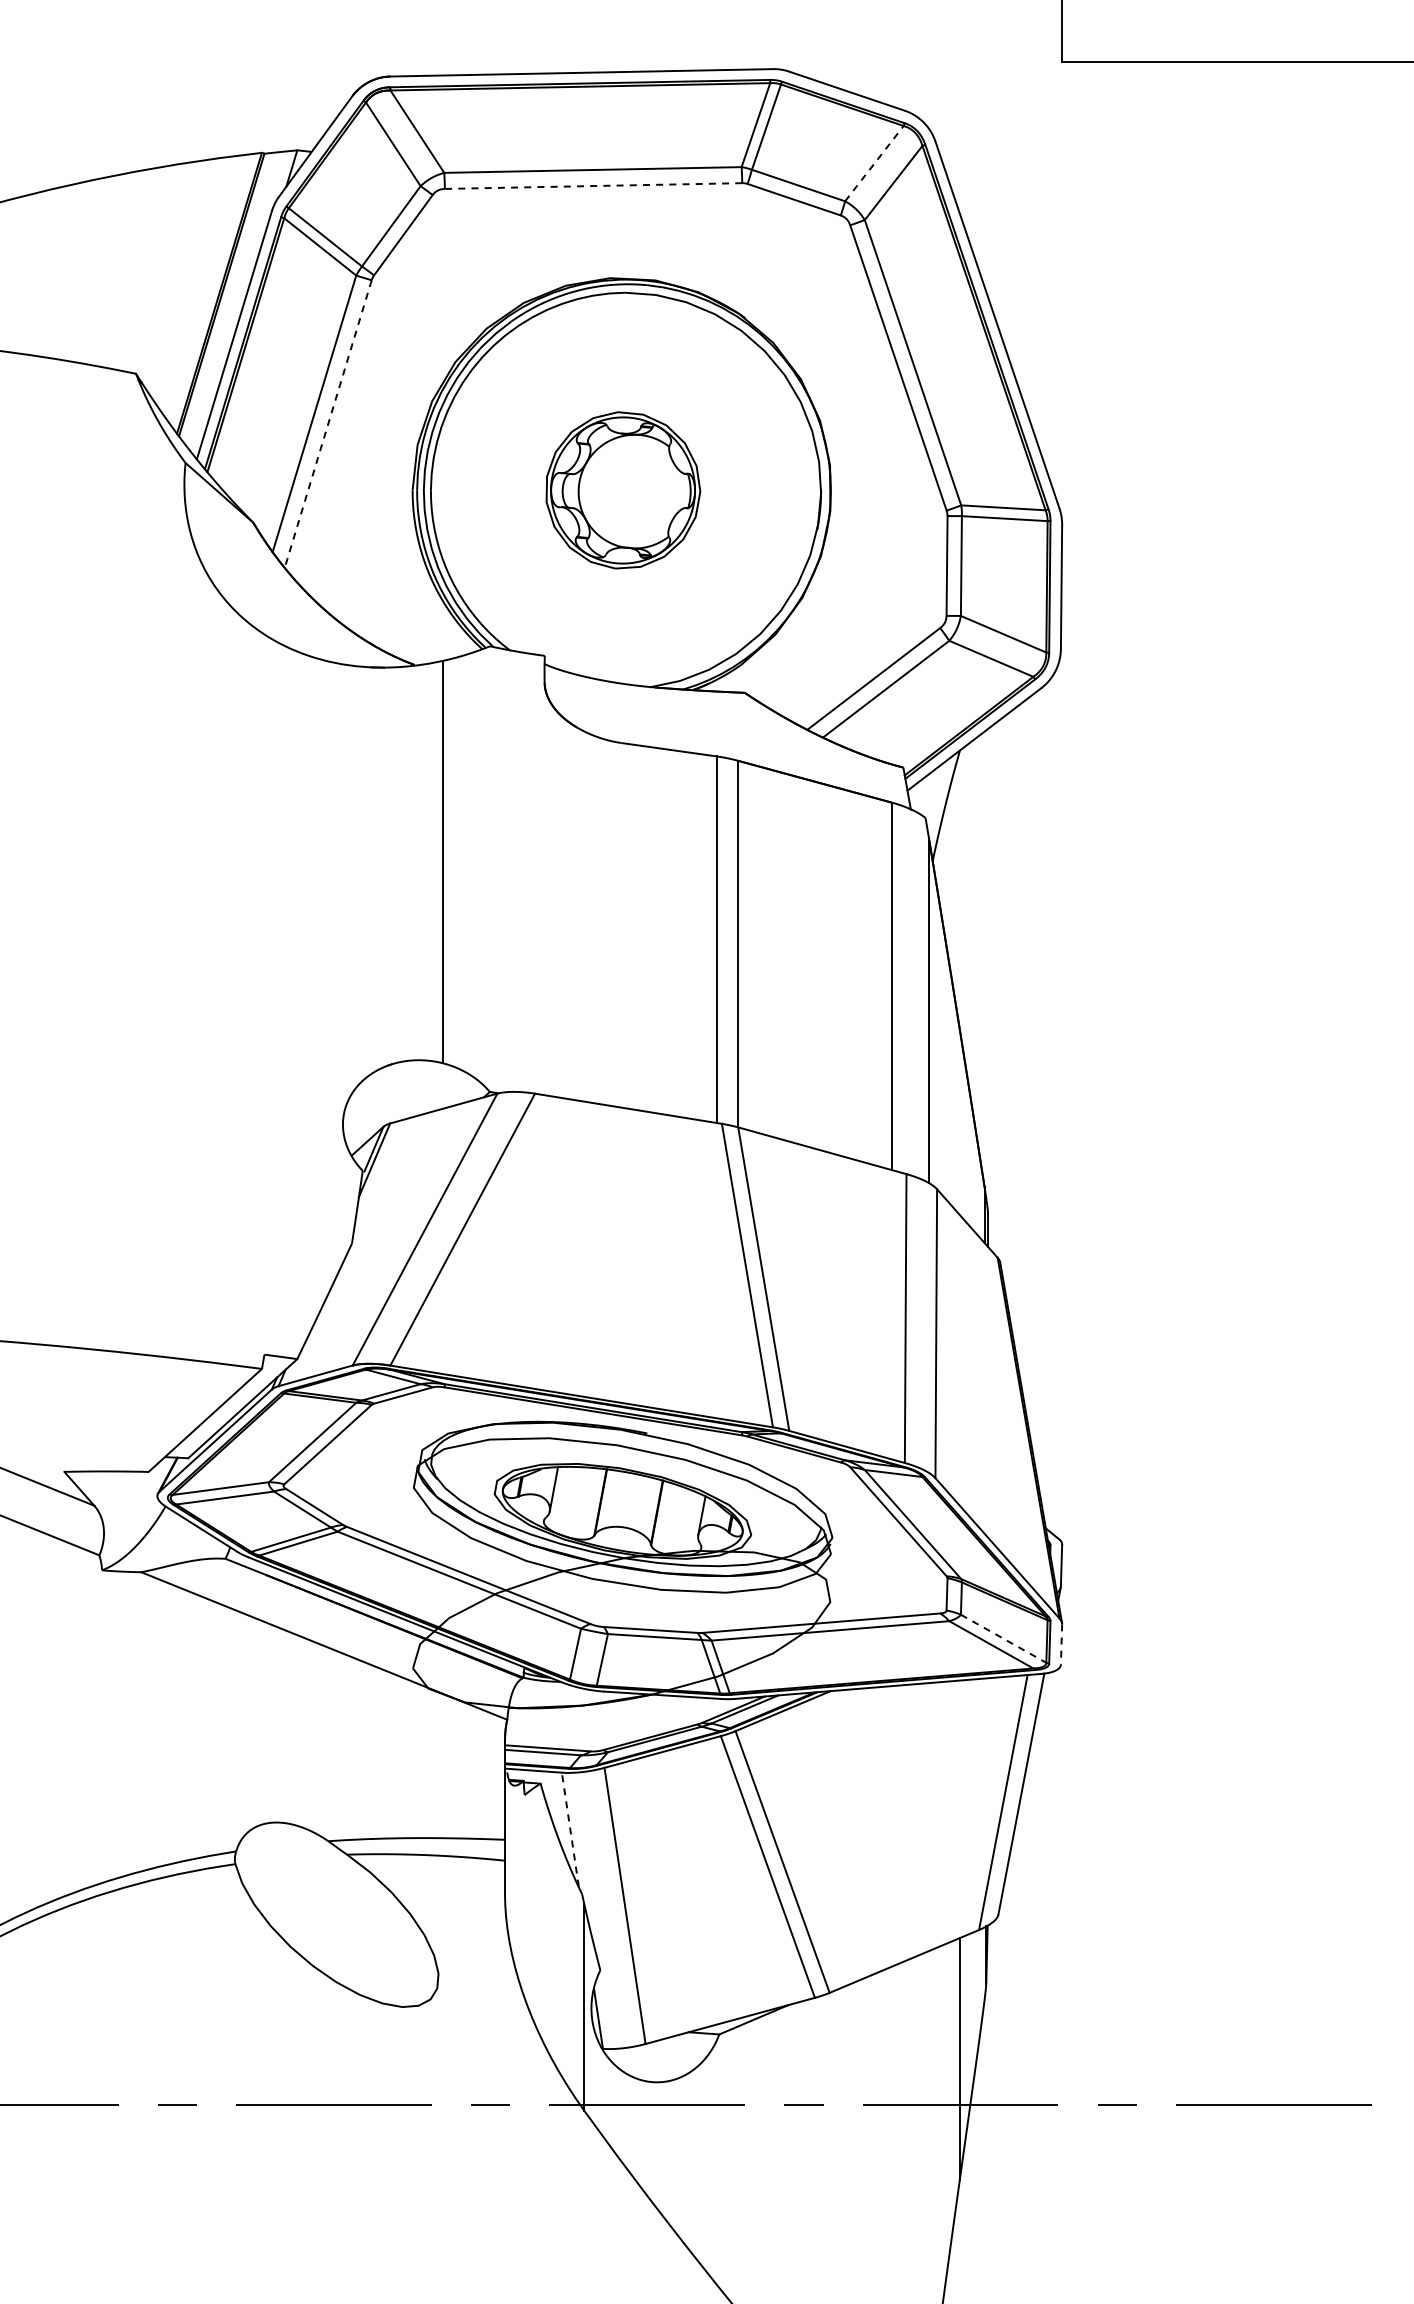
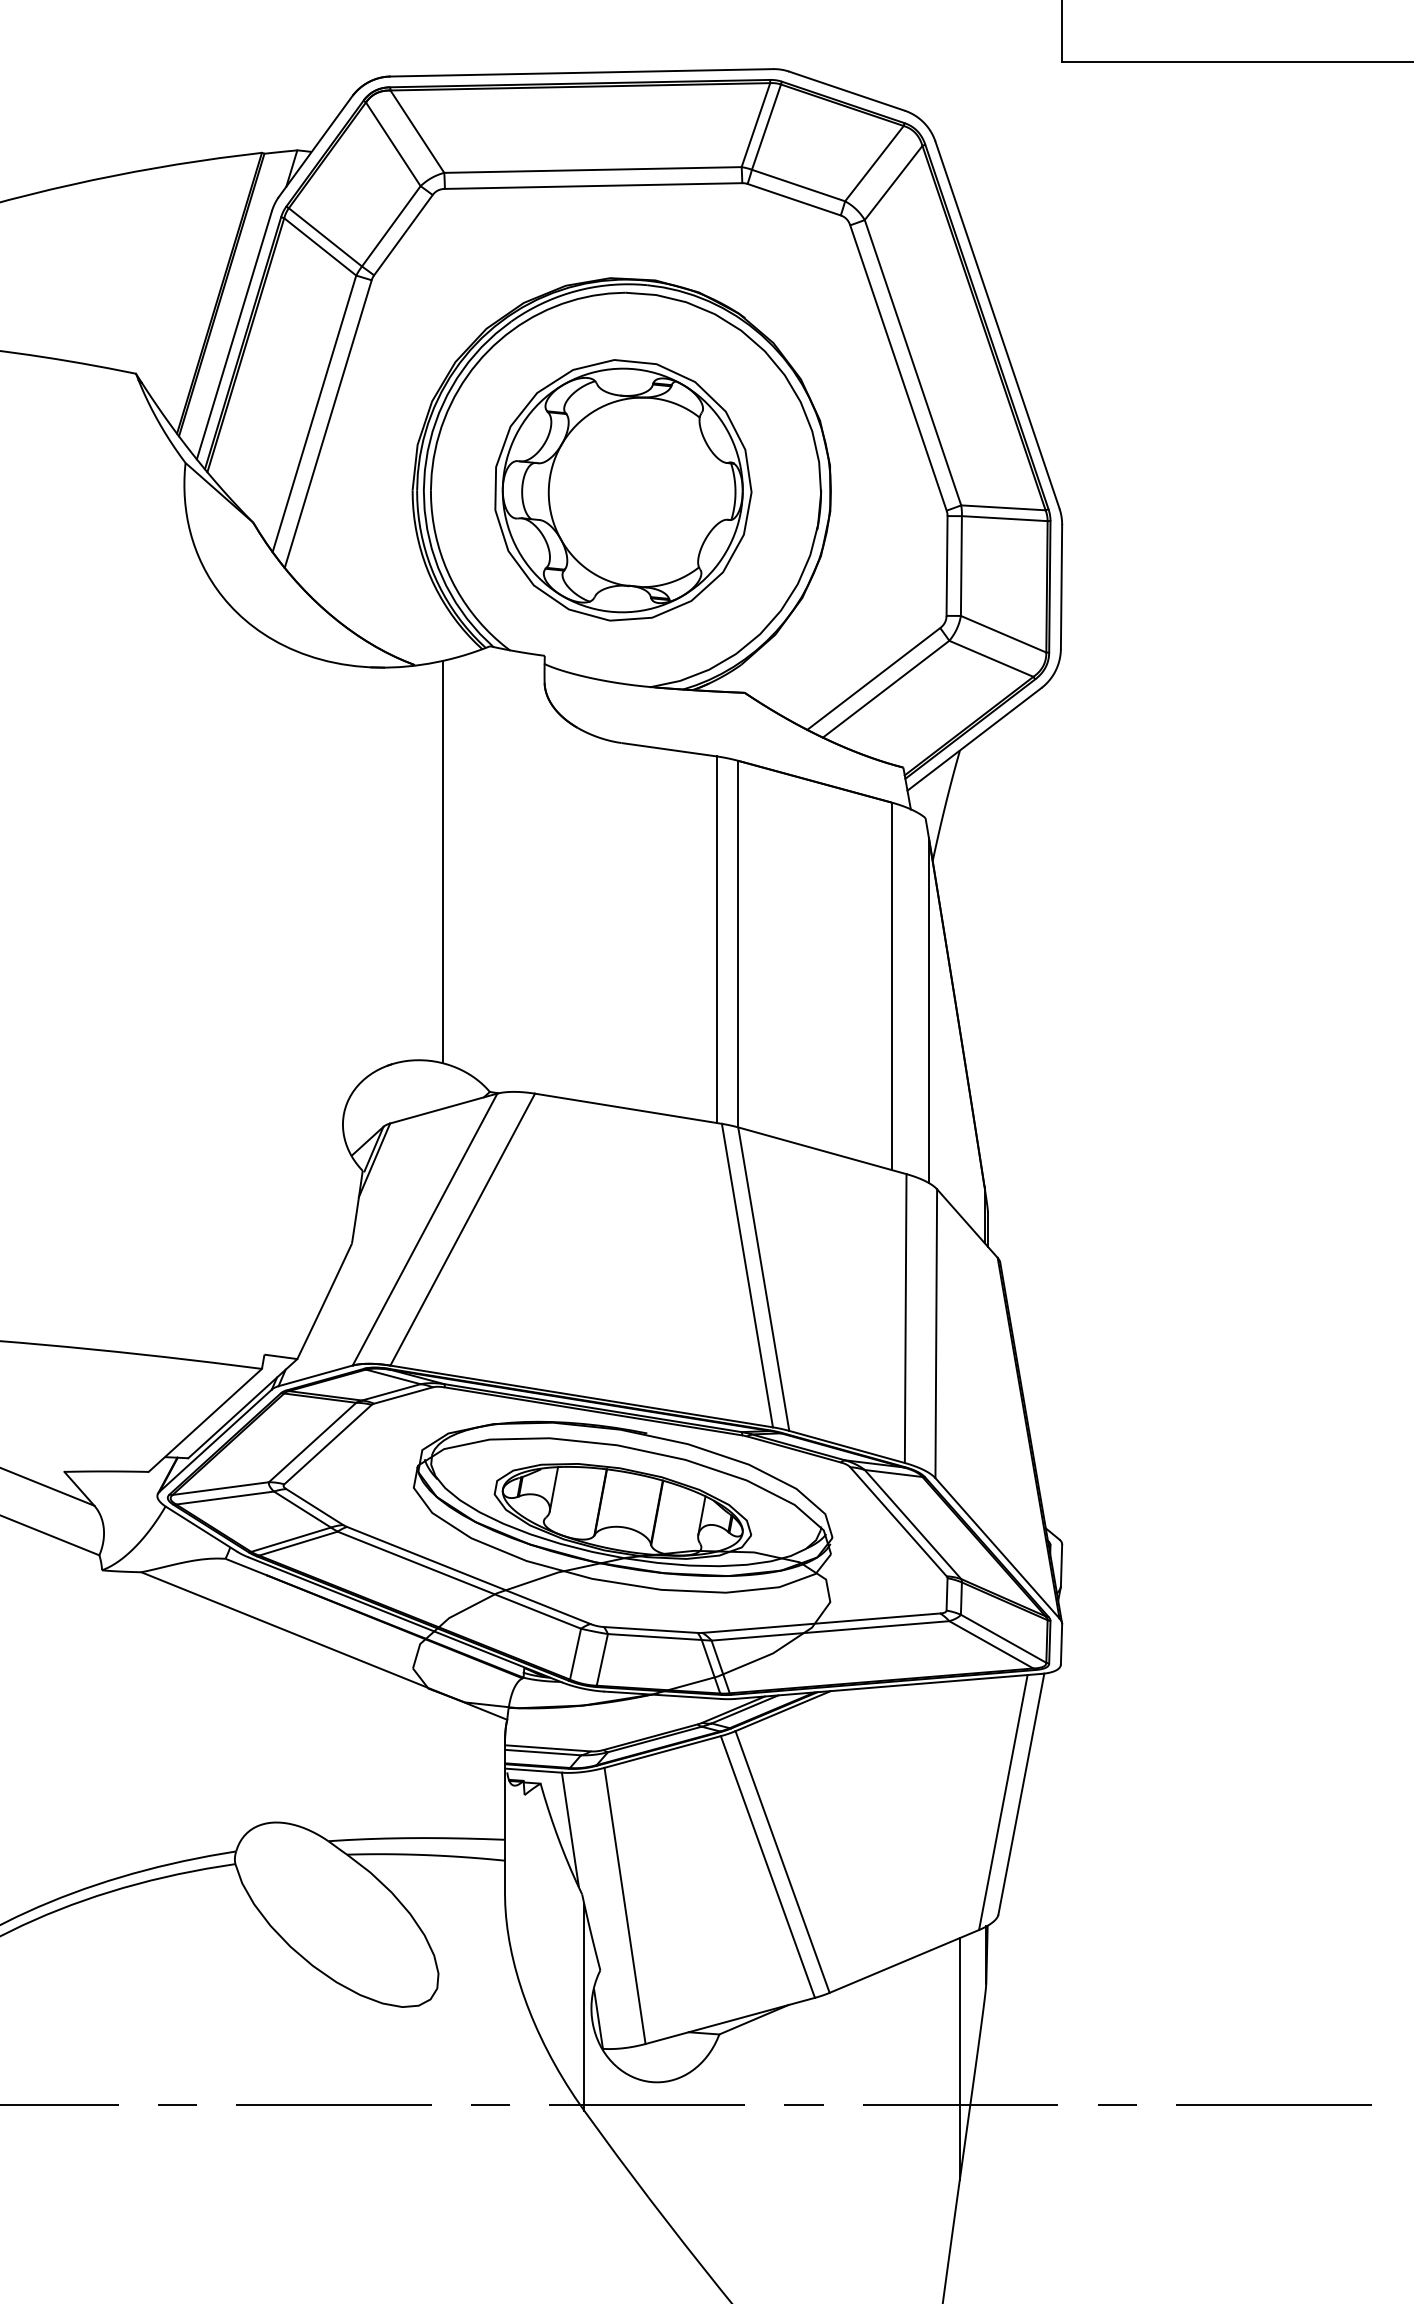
line at (874, 163): dashed -> solid
line at (593, 186): dashed -> solid
line at (328, 424): dashed -> solid
part at (623, 490) size: 157x159 px -> 259x263 px
line at (1003, 1638): dashed -> solid
line at (1061, 1644): dashed -> solid
line at (570, 1829): dashed -> solid
